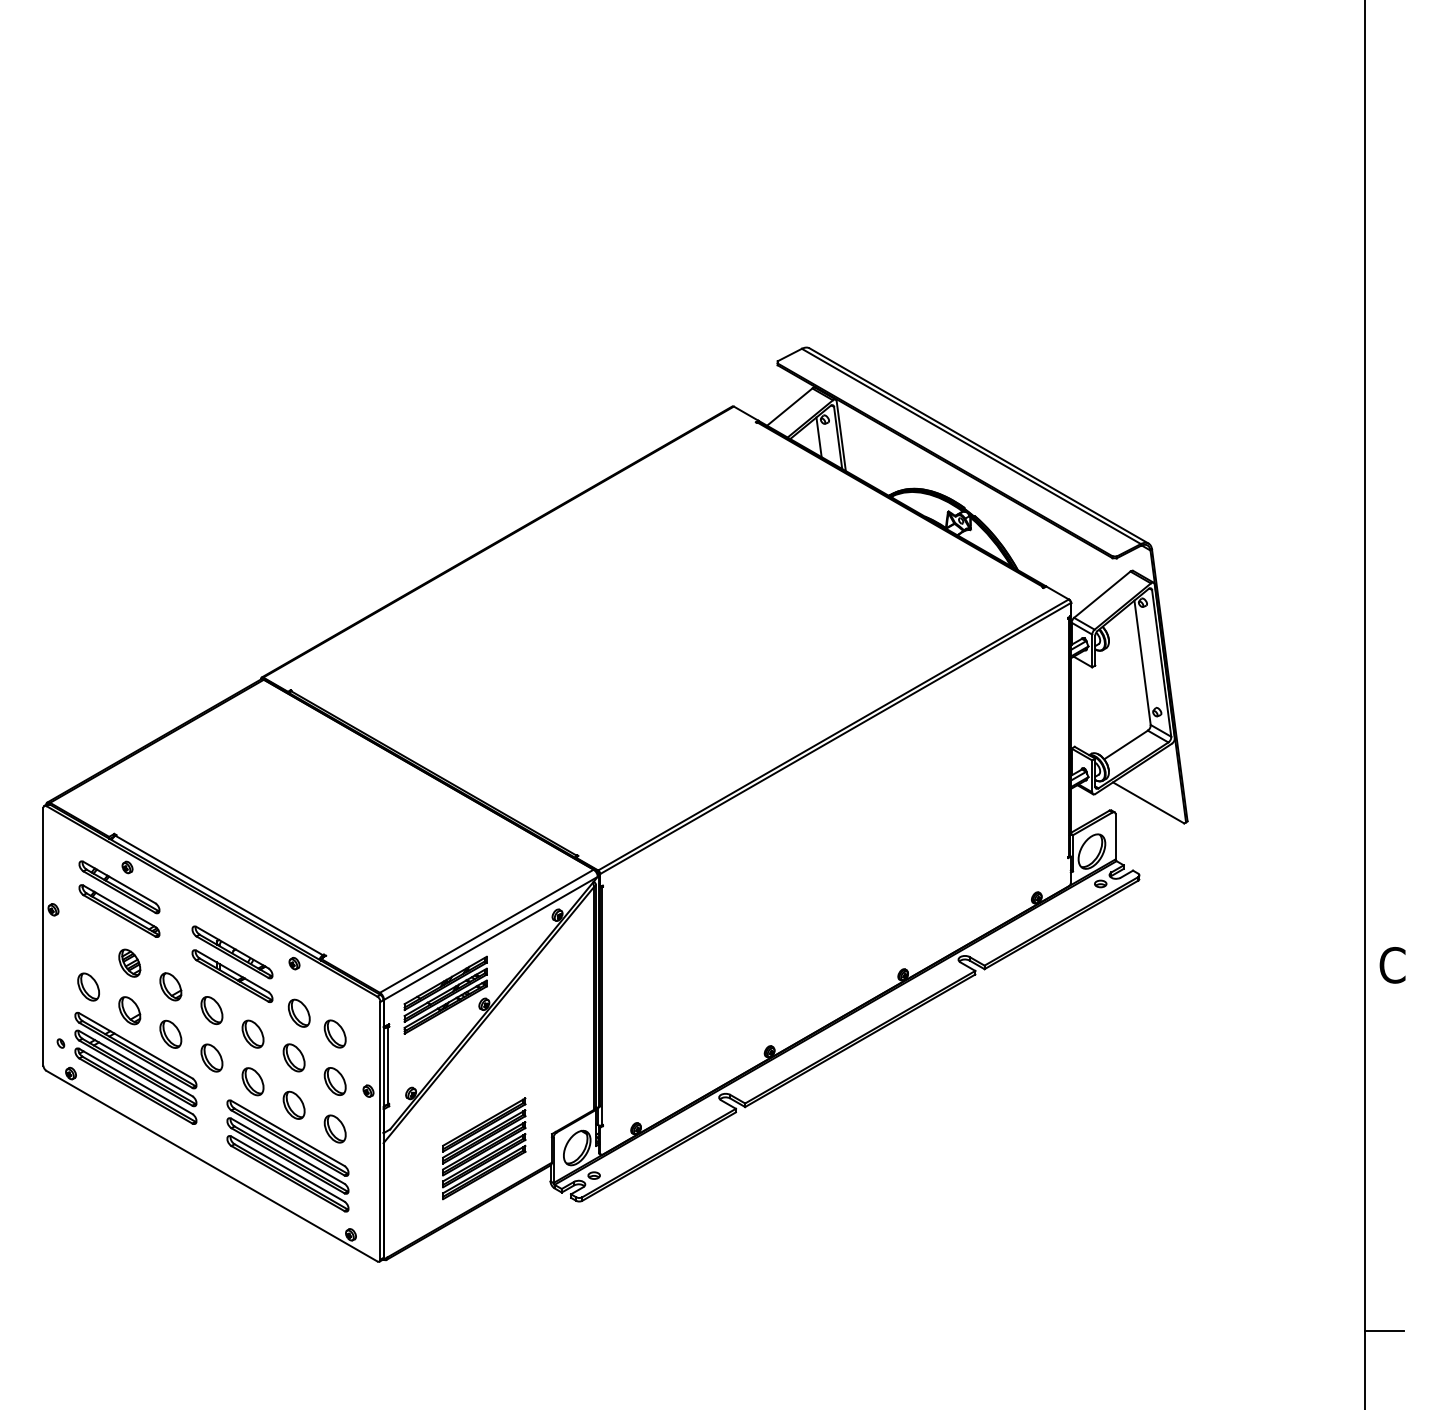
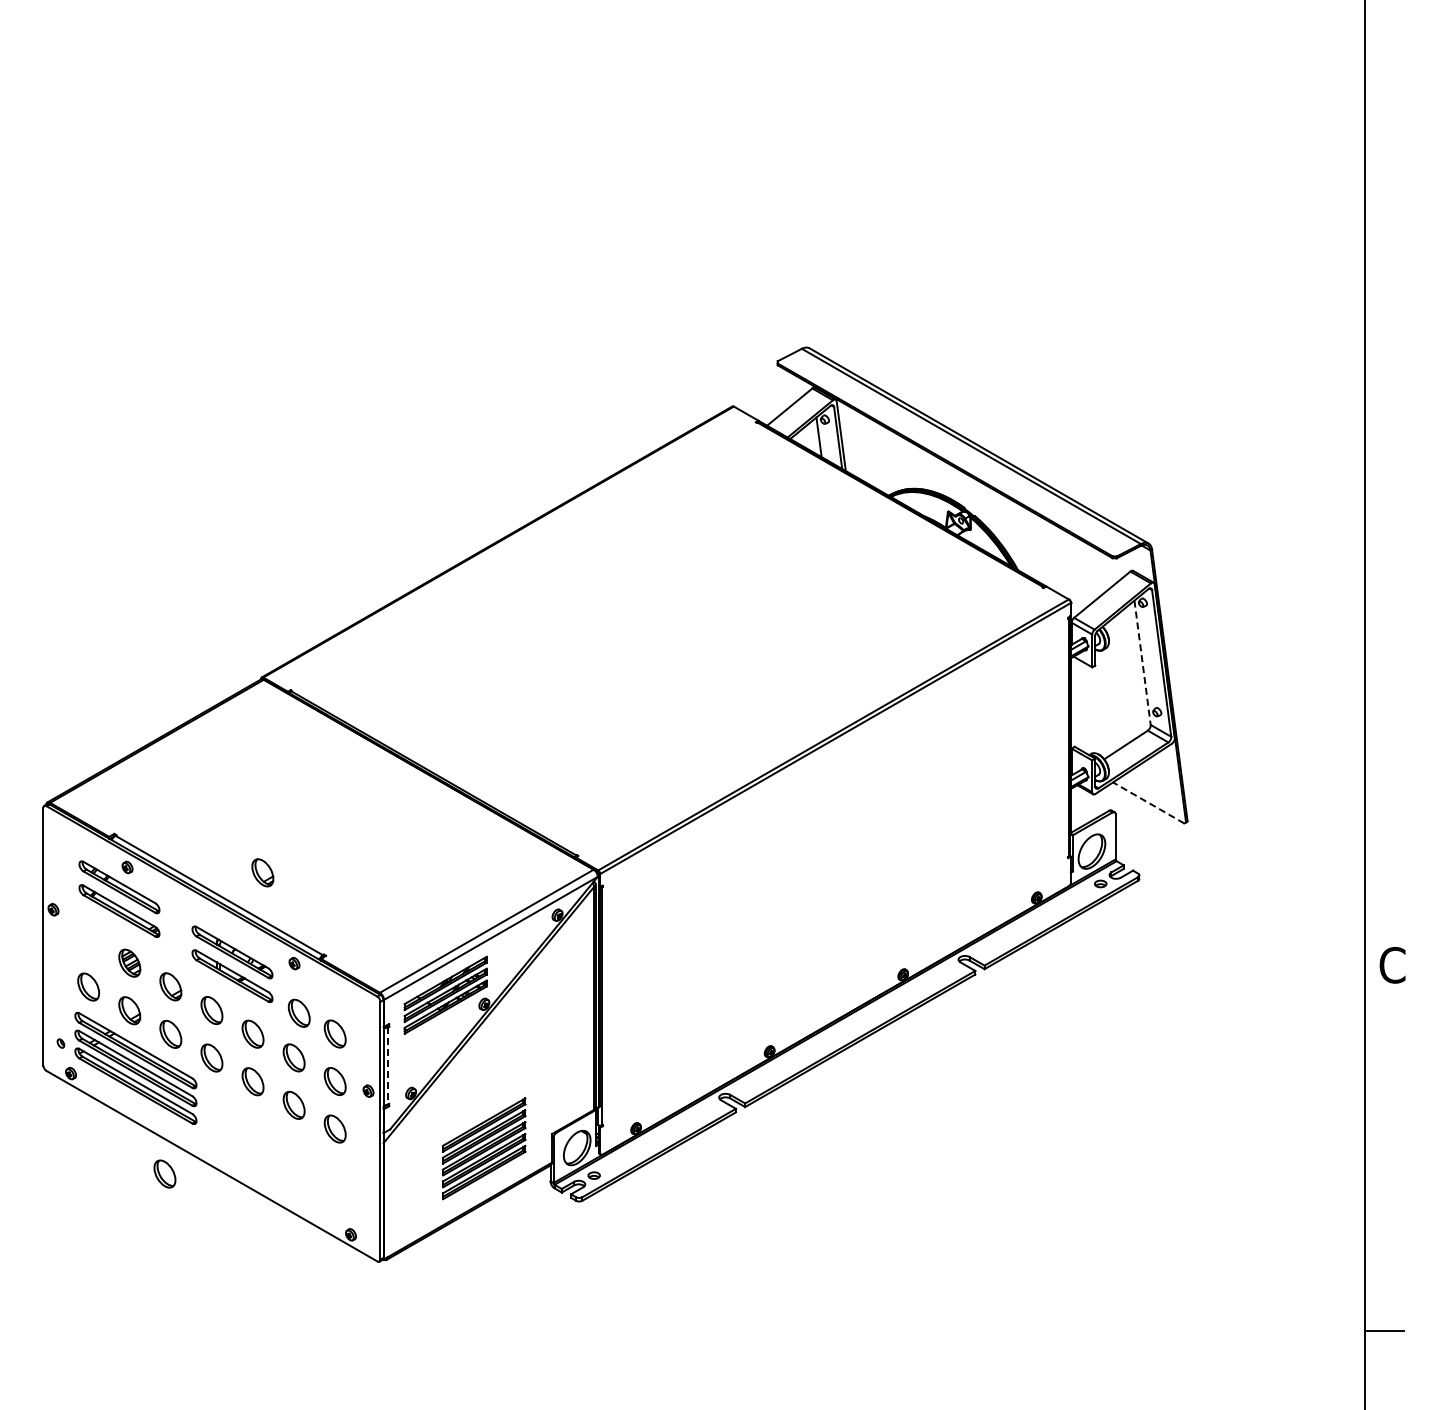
line at (1142, 662): solid -> dashed
line at (1148, 802): solid -> dashed
part at (262, 872): none -> present
line at (388, 1065): solid -> dashed
part at (287, 1155): present -> none
part at (164, 1173): none -> present
